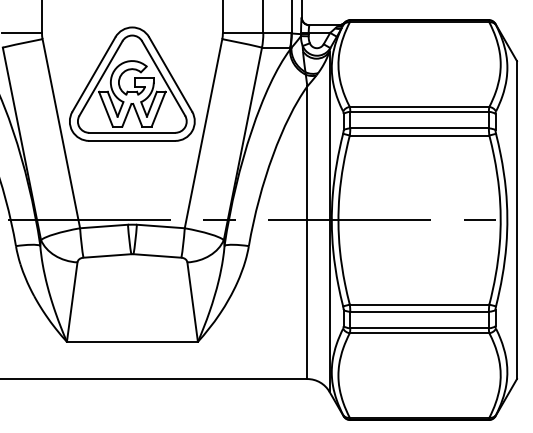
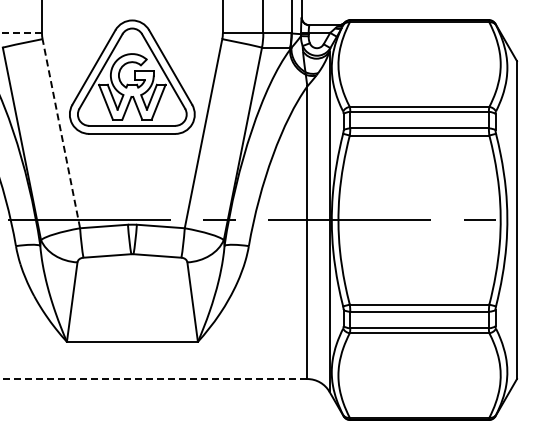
line at (21, 33): solid -> dashed
part at (132, 83) position: (132, 83) -> (132, 76)
line at (61, 133): solid -> dashed
line at (153, 379): solid -> dashed
